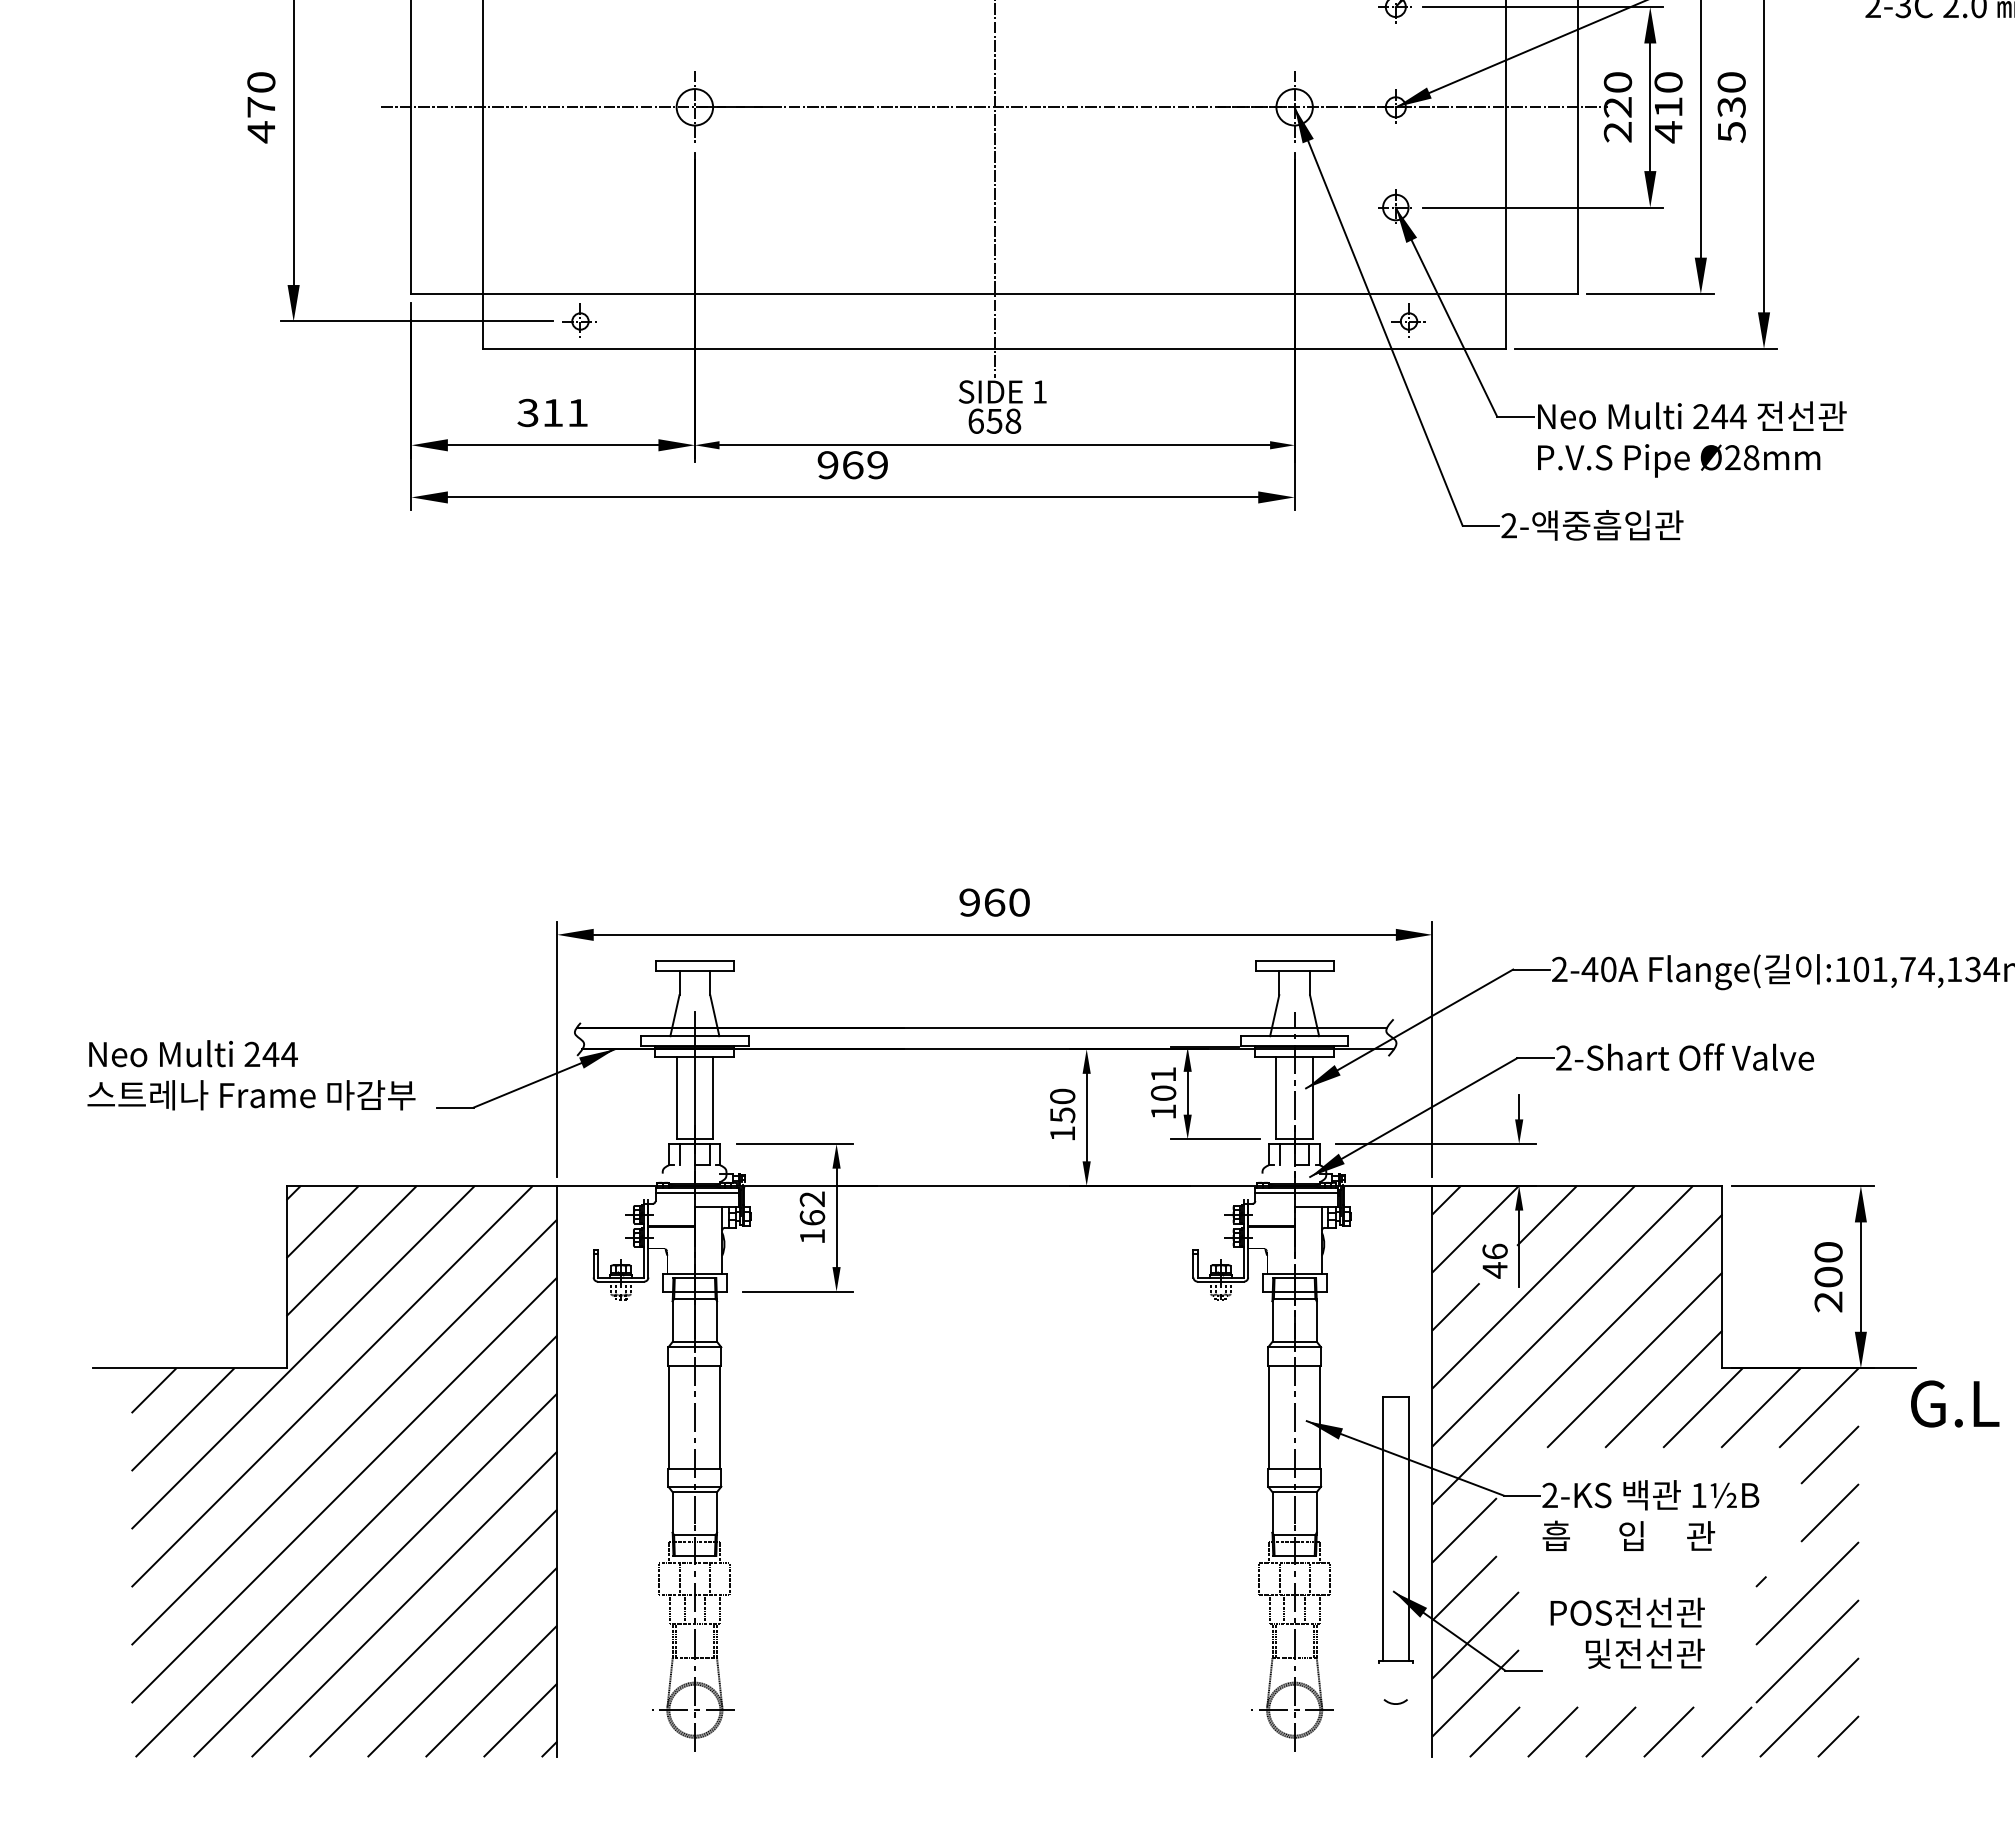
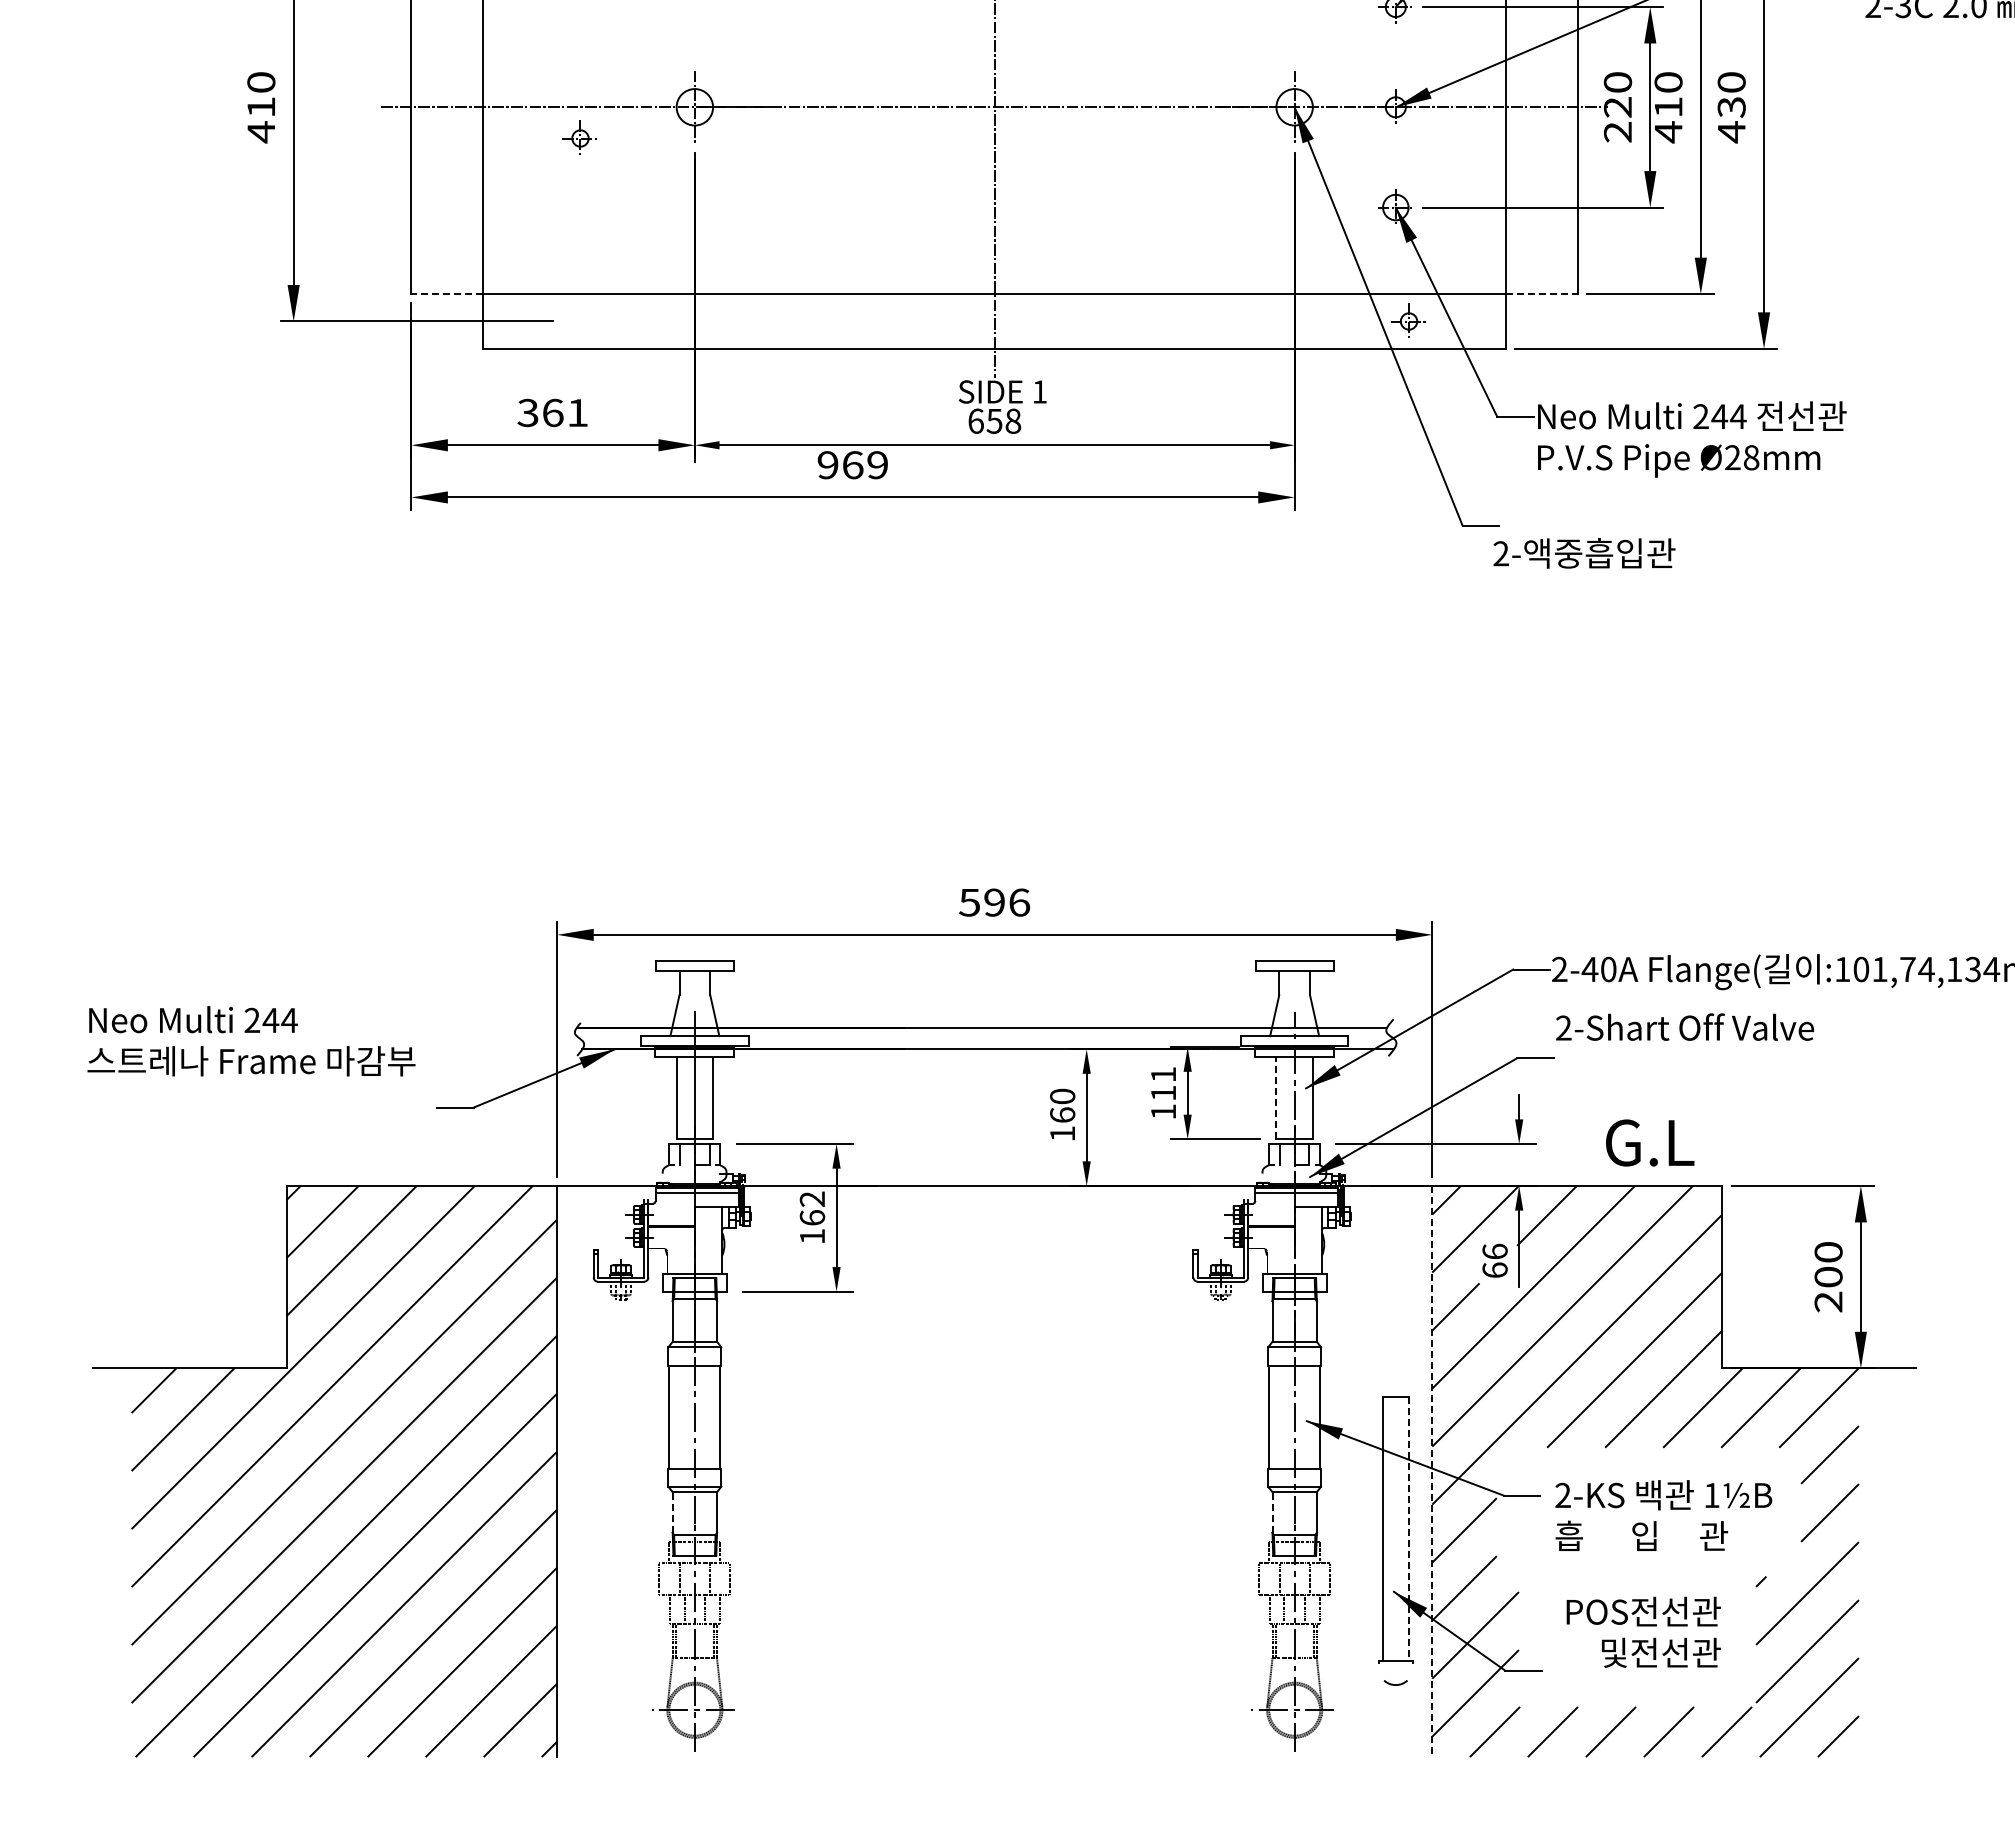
text at (260, 107): 470 -> 410
text at (1731, 132): 530 -> 430
line at (446, 294): solid -> dashed
line at (1542, 294): solid -> dashed
part at (579, 320) position: (579, 320) -> (579, 137)
text at (553, 412): 311 -> 361
text at (1592, 525) position: (1592, 525) -> (1584, 553)
text at (994, 902): 960 -> 596
text at (1685, 1056) position: (1685, 1056) -> (1685, 1026)
text at (251, 1075) position: (251, 1075) -> (251, 1041)
text at (1163, 1092): 101 -> 111
line at (1276, 1097): solid -> dashed
text at (1062, 1115): 150 -> 160
text at (1494, 1270): 46 -> 66
text at (1955, 1403) position: (1955, 1403) -> (1650, 1142)
line at (1432, 1471): solid -> dashed
line at (672, 1512): solid -> dashed
line at (1272, 1512): solid -> dashed
text at (1650, 1515) position: (1650, 1515) -> (1663, 1515)
line at (1408, 1528): solid -> dashed
text at (1627, 1632) position: (1627, 1632) -> (1643, 1631)
arc at (1395, 1703) position: (1395, 1703) -> (1395, 1684)
